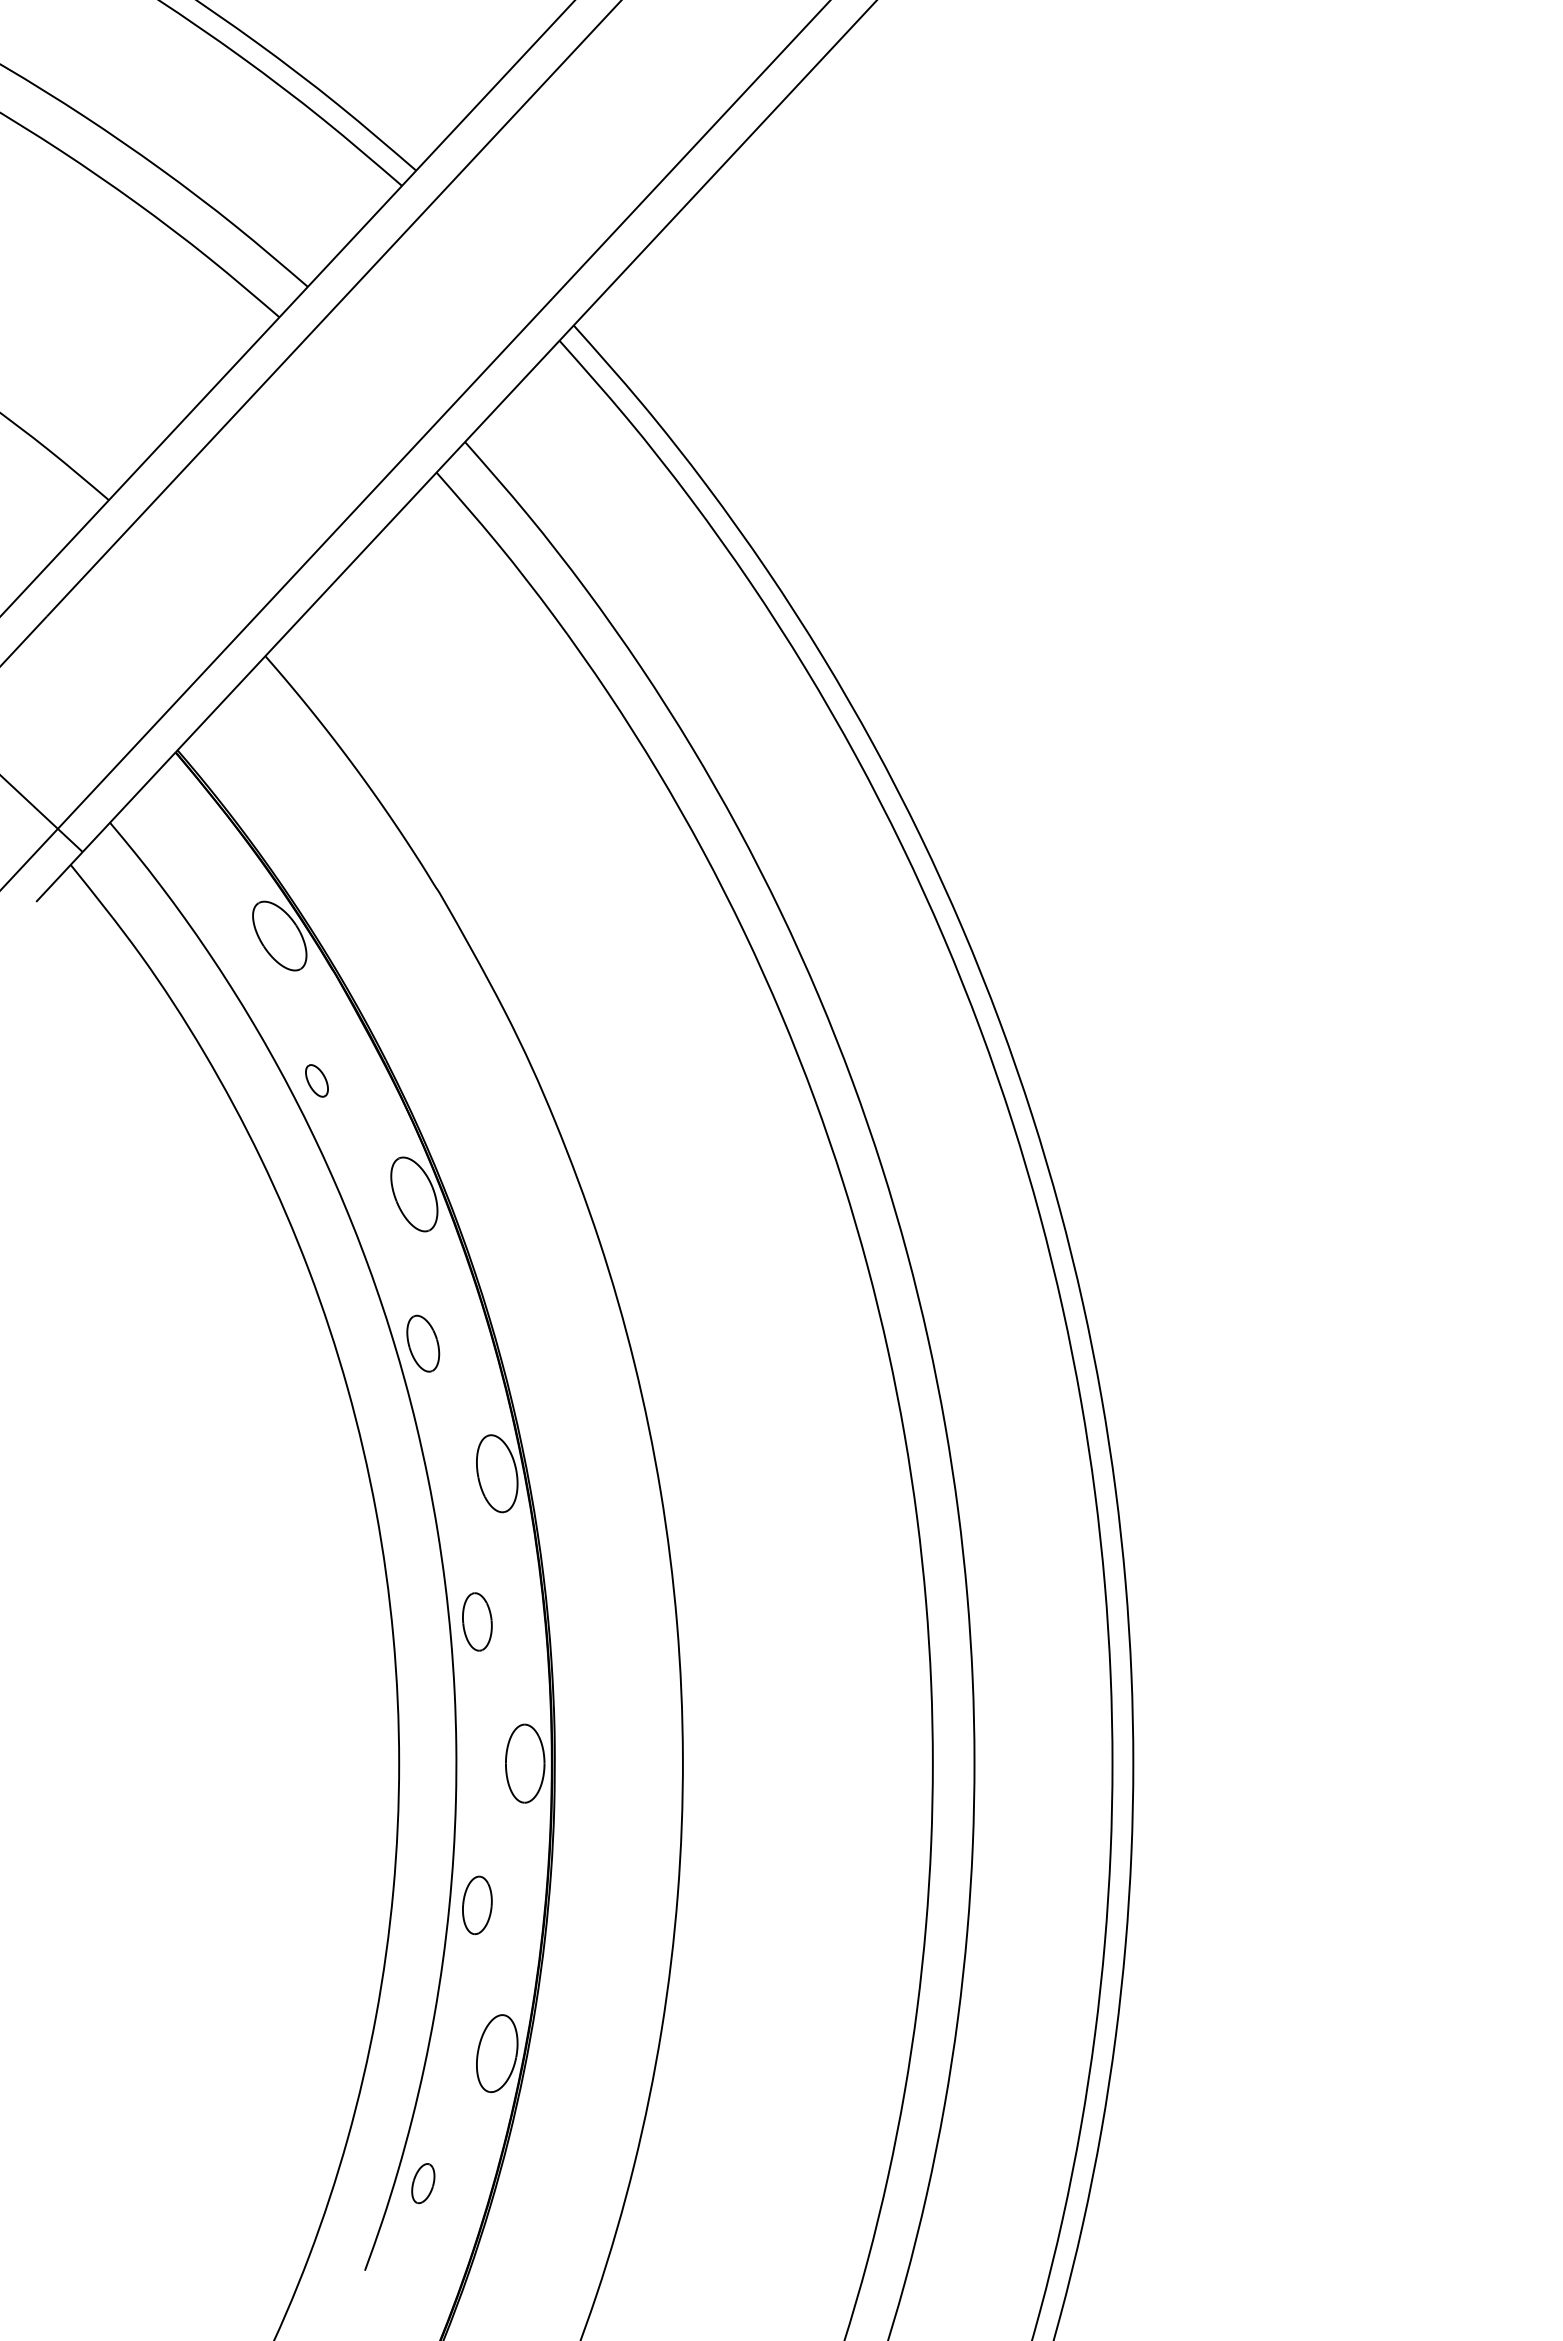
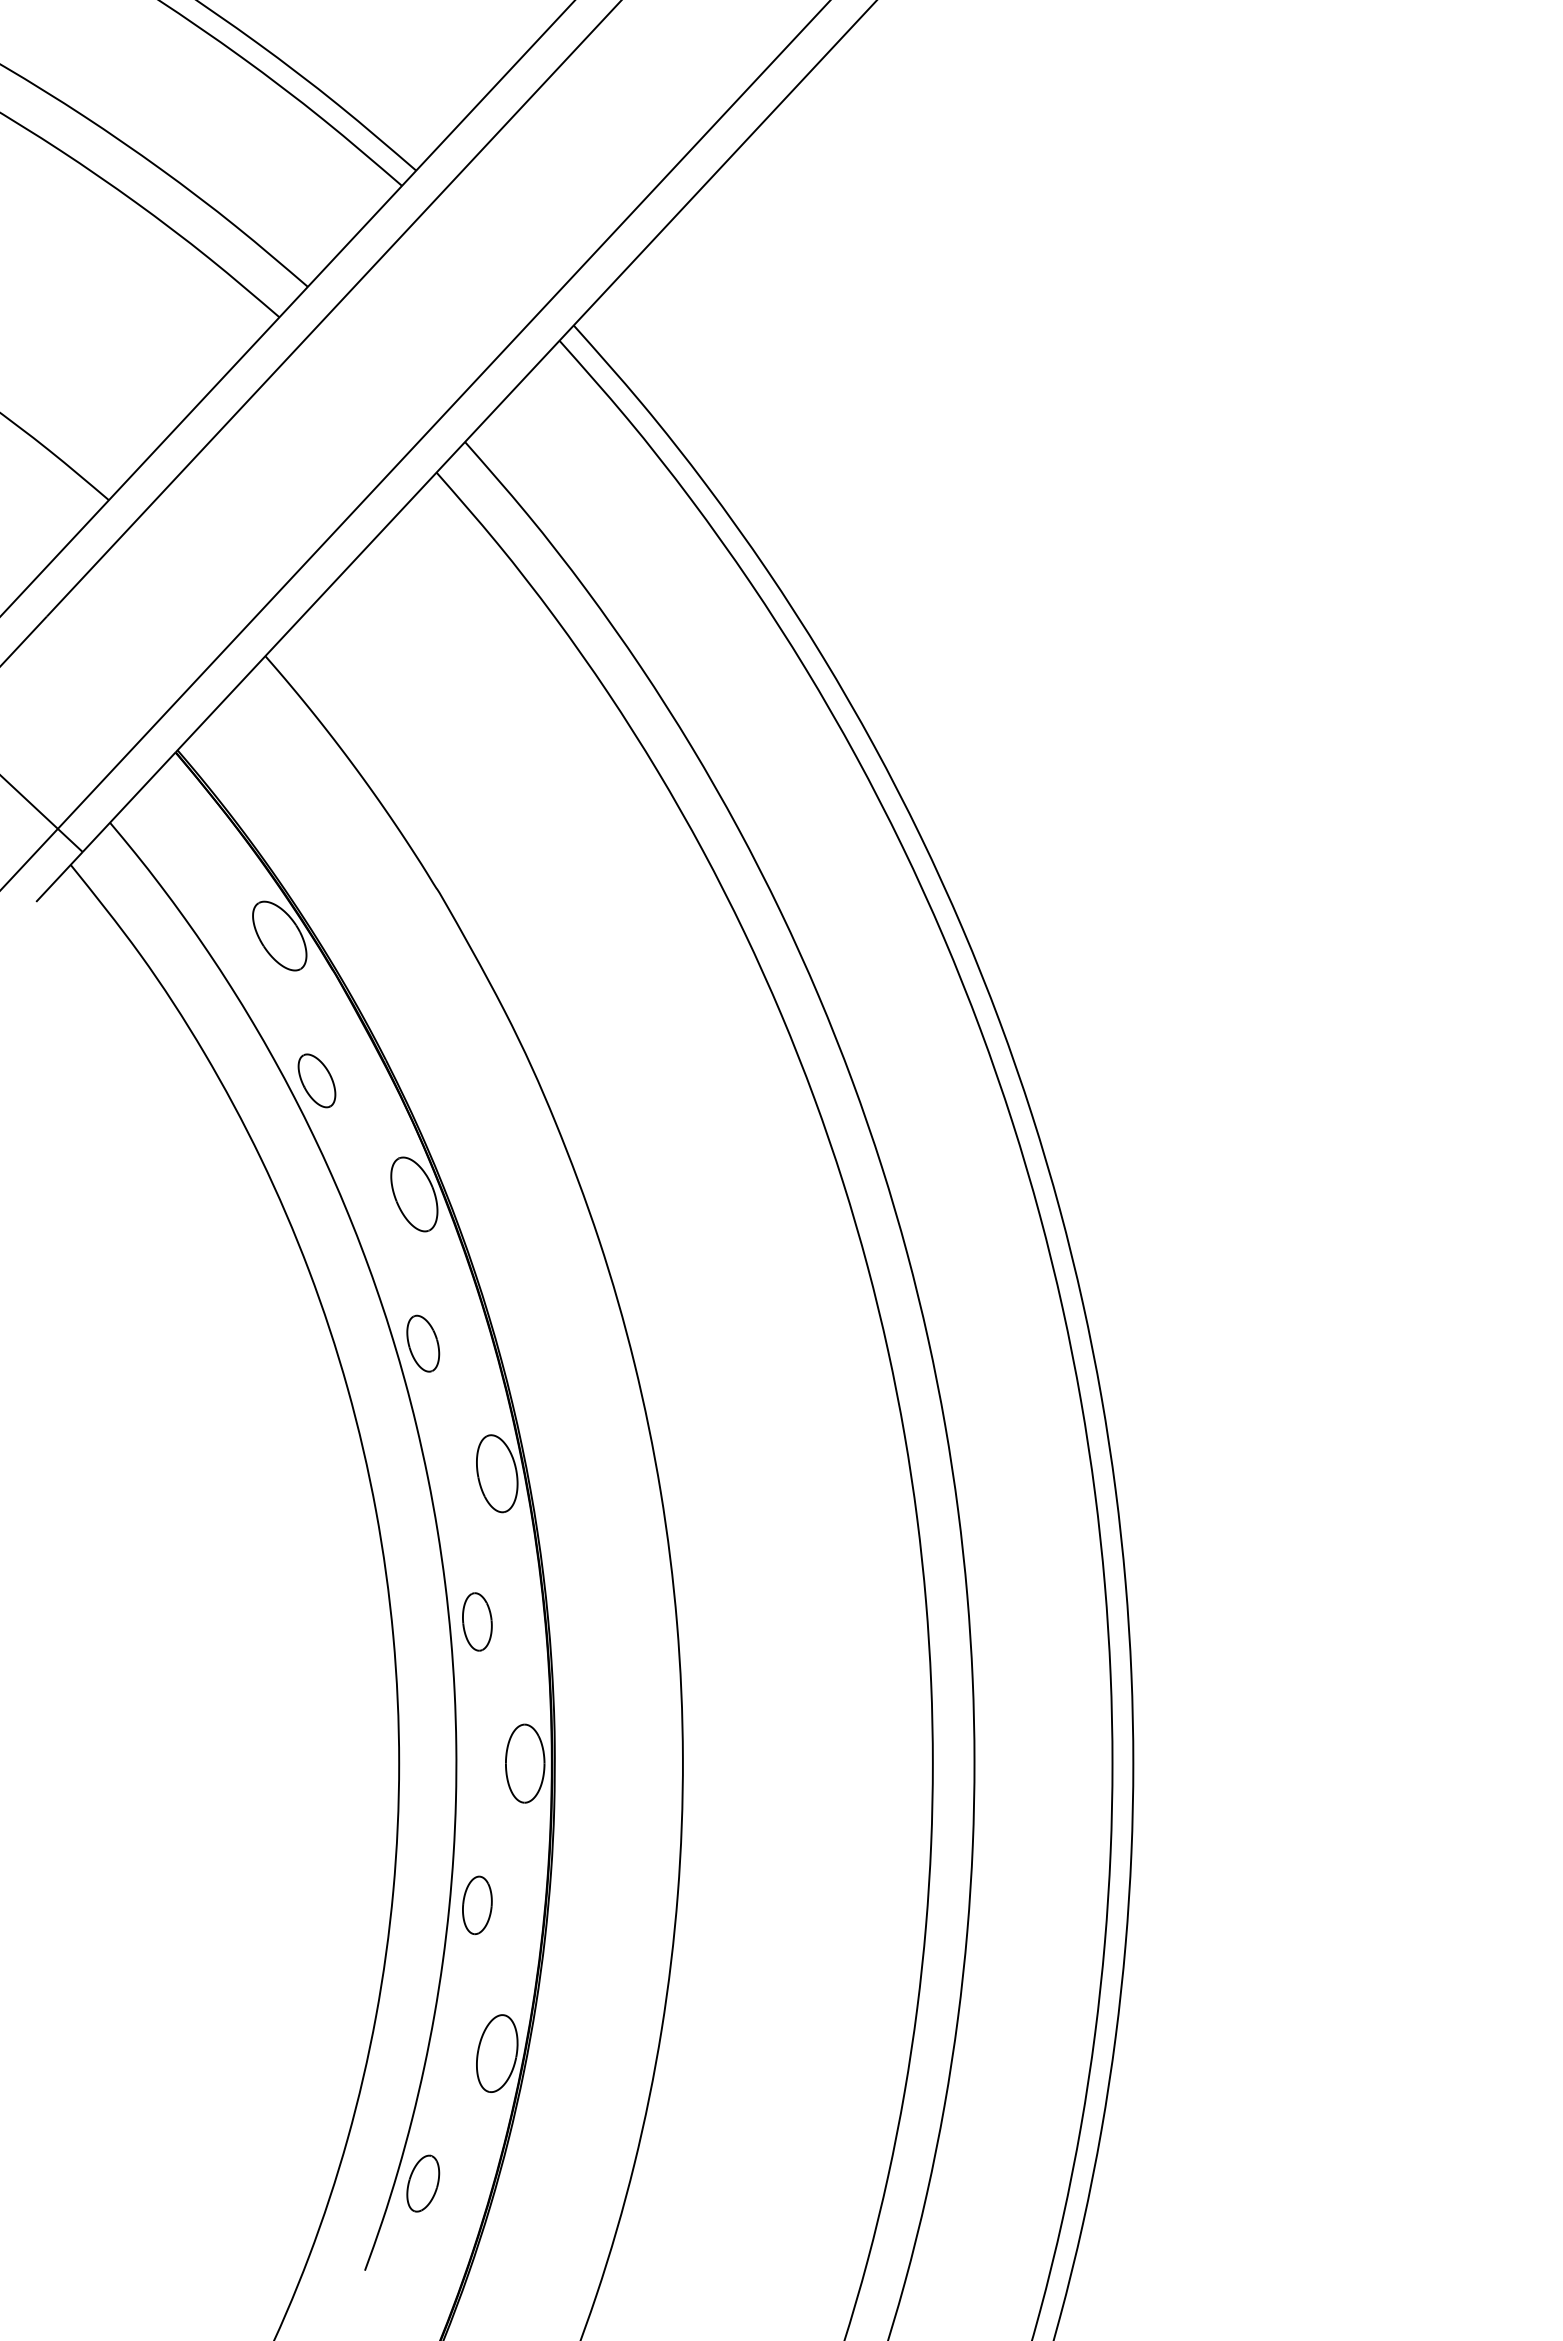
part at (316, 1080) size: 24x34 px -> 40x56 px
part at (423, 2183) size: 25x42 px -> 35x59 px
